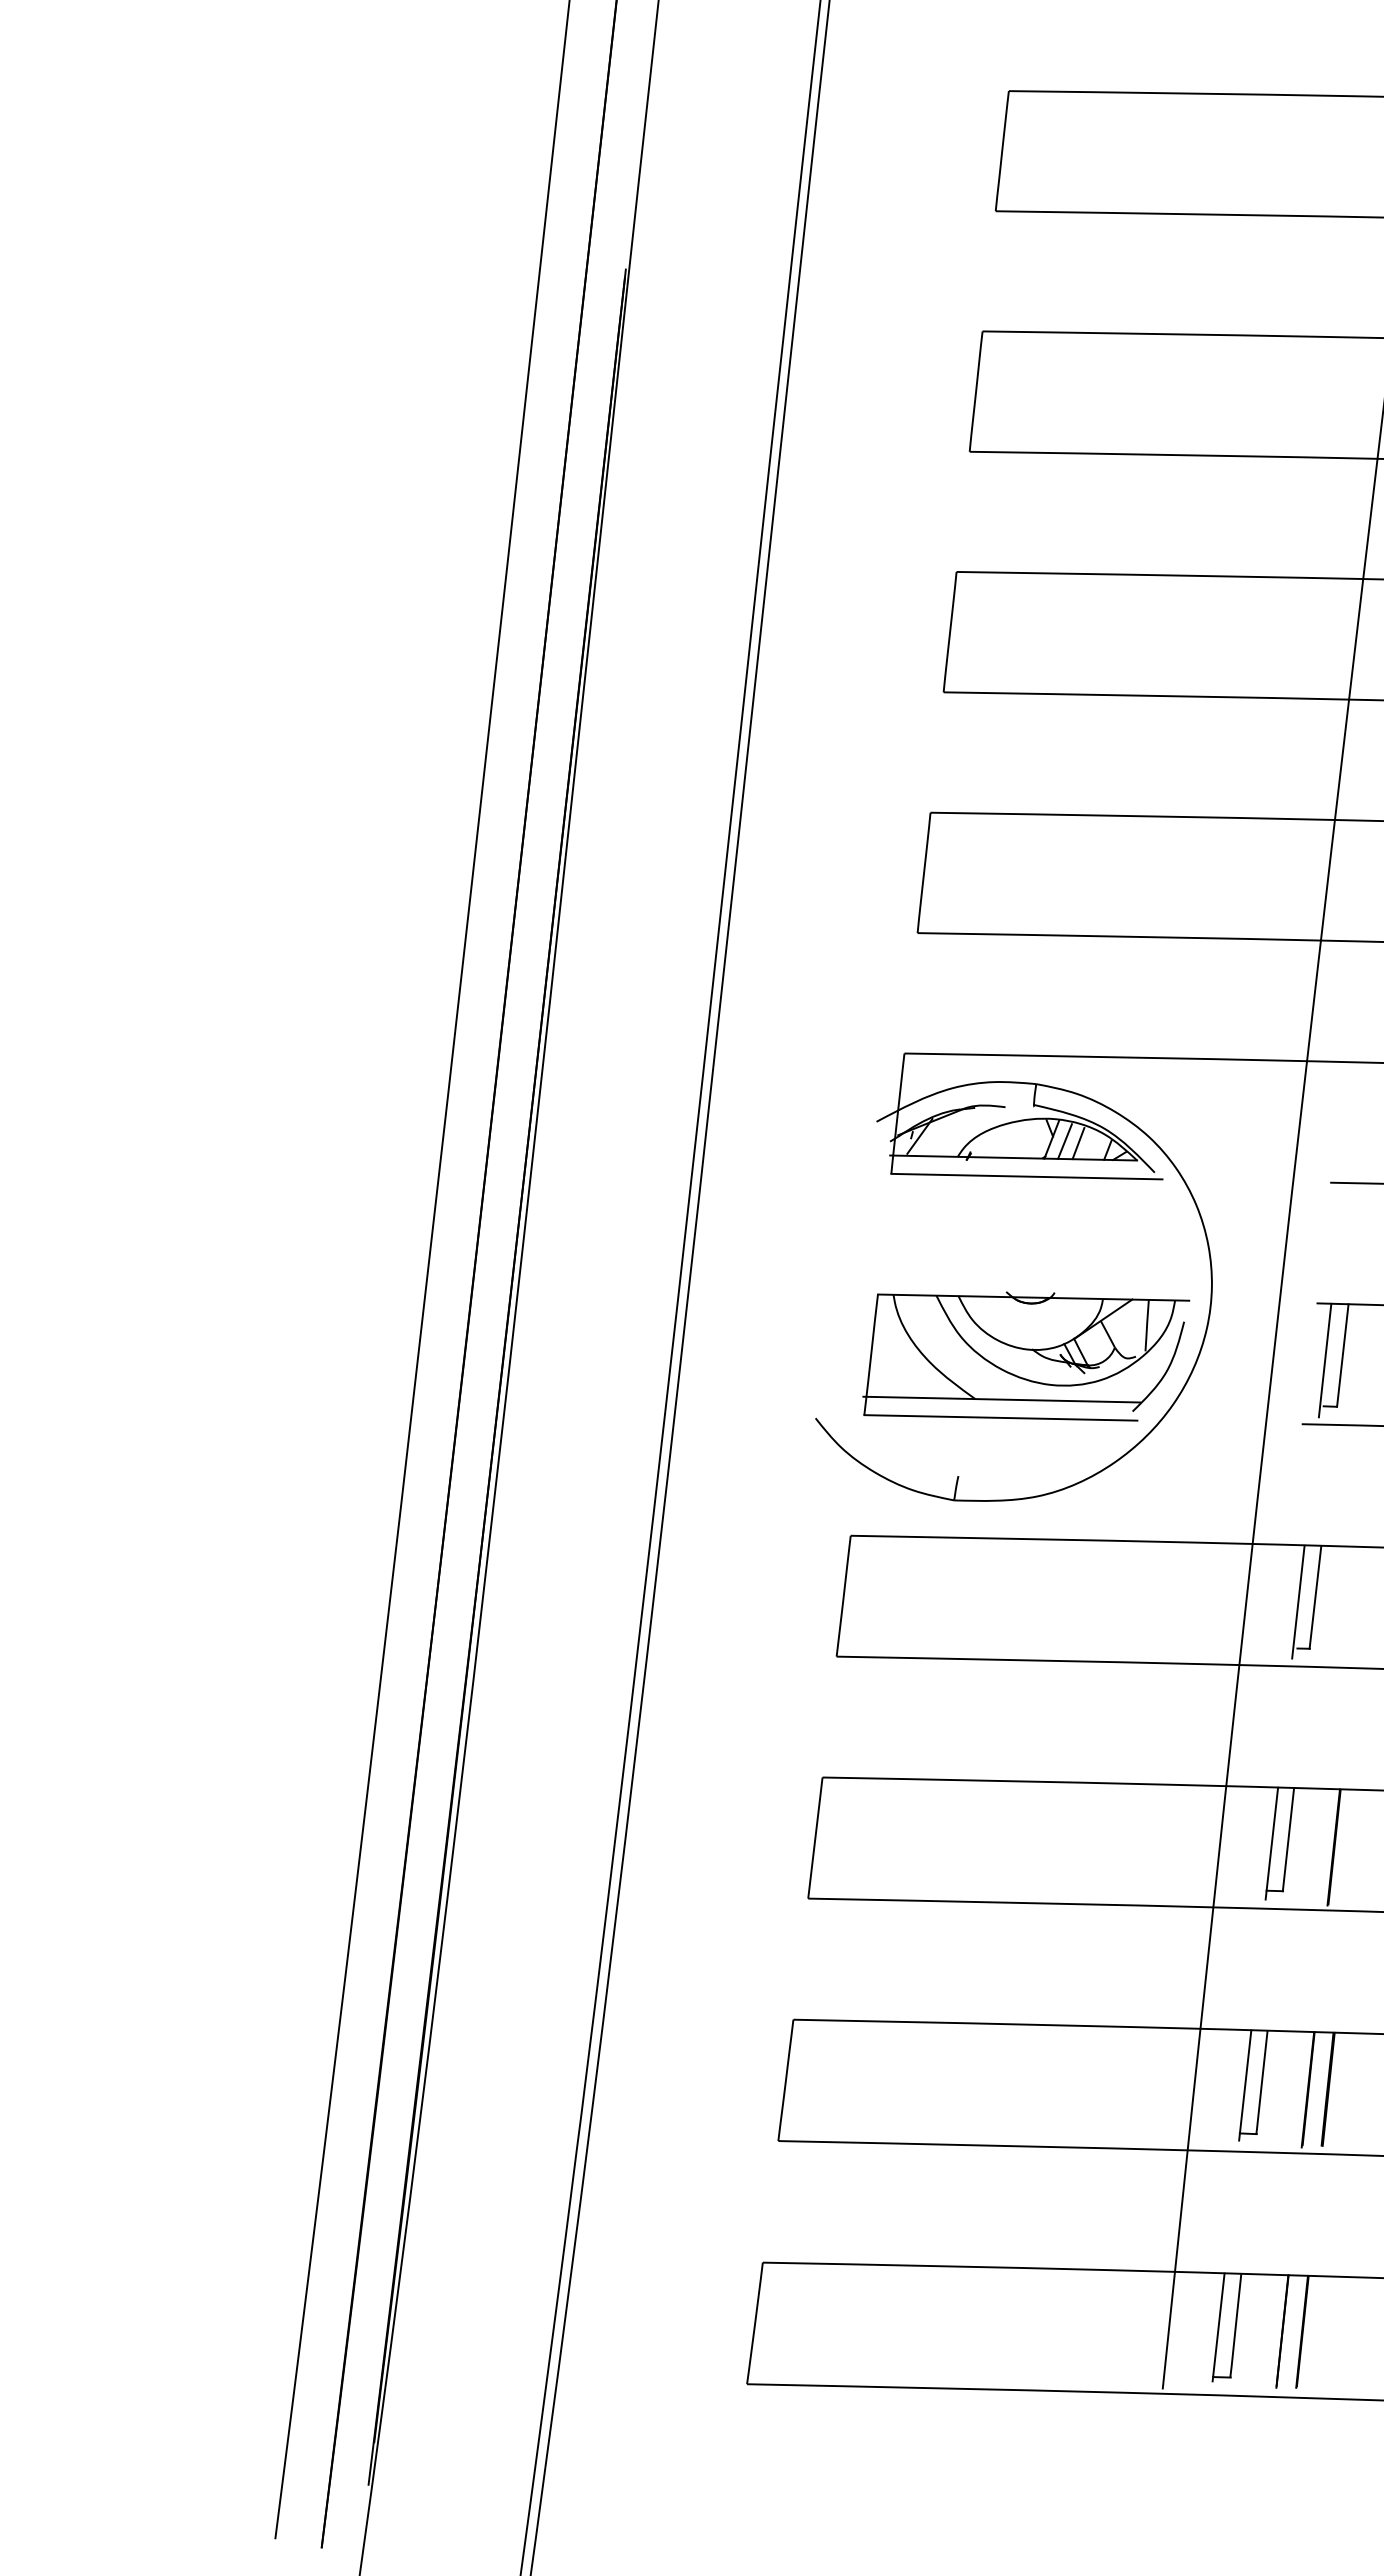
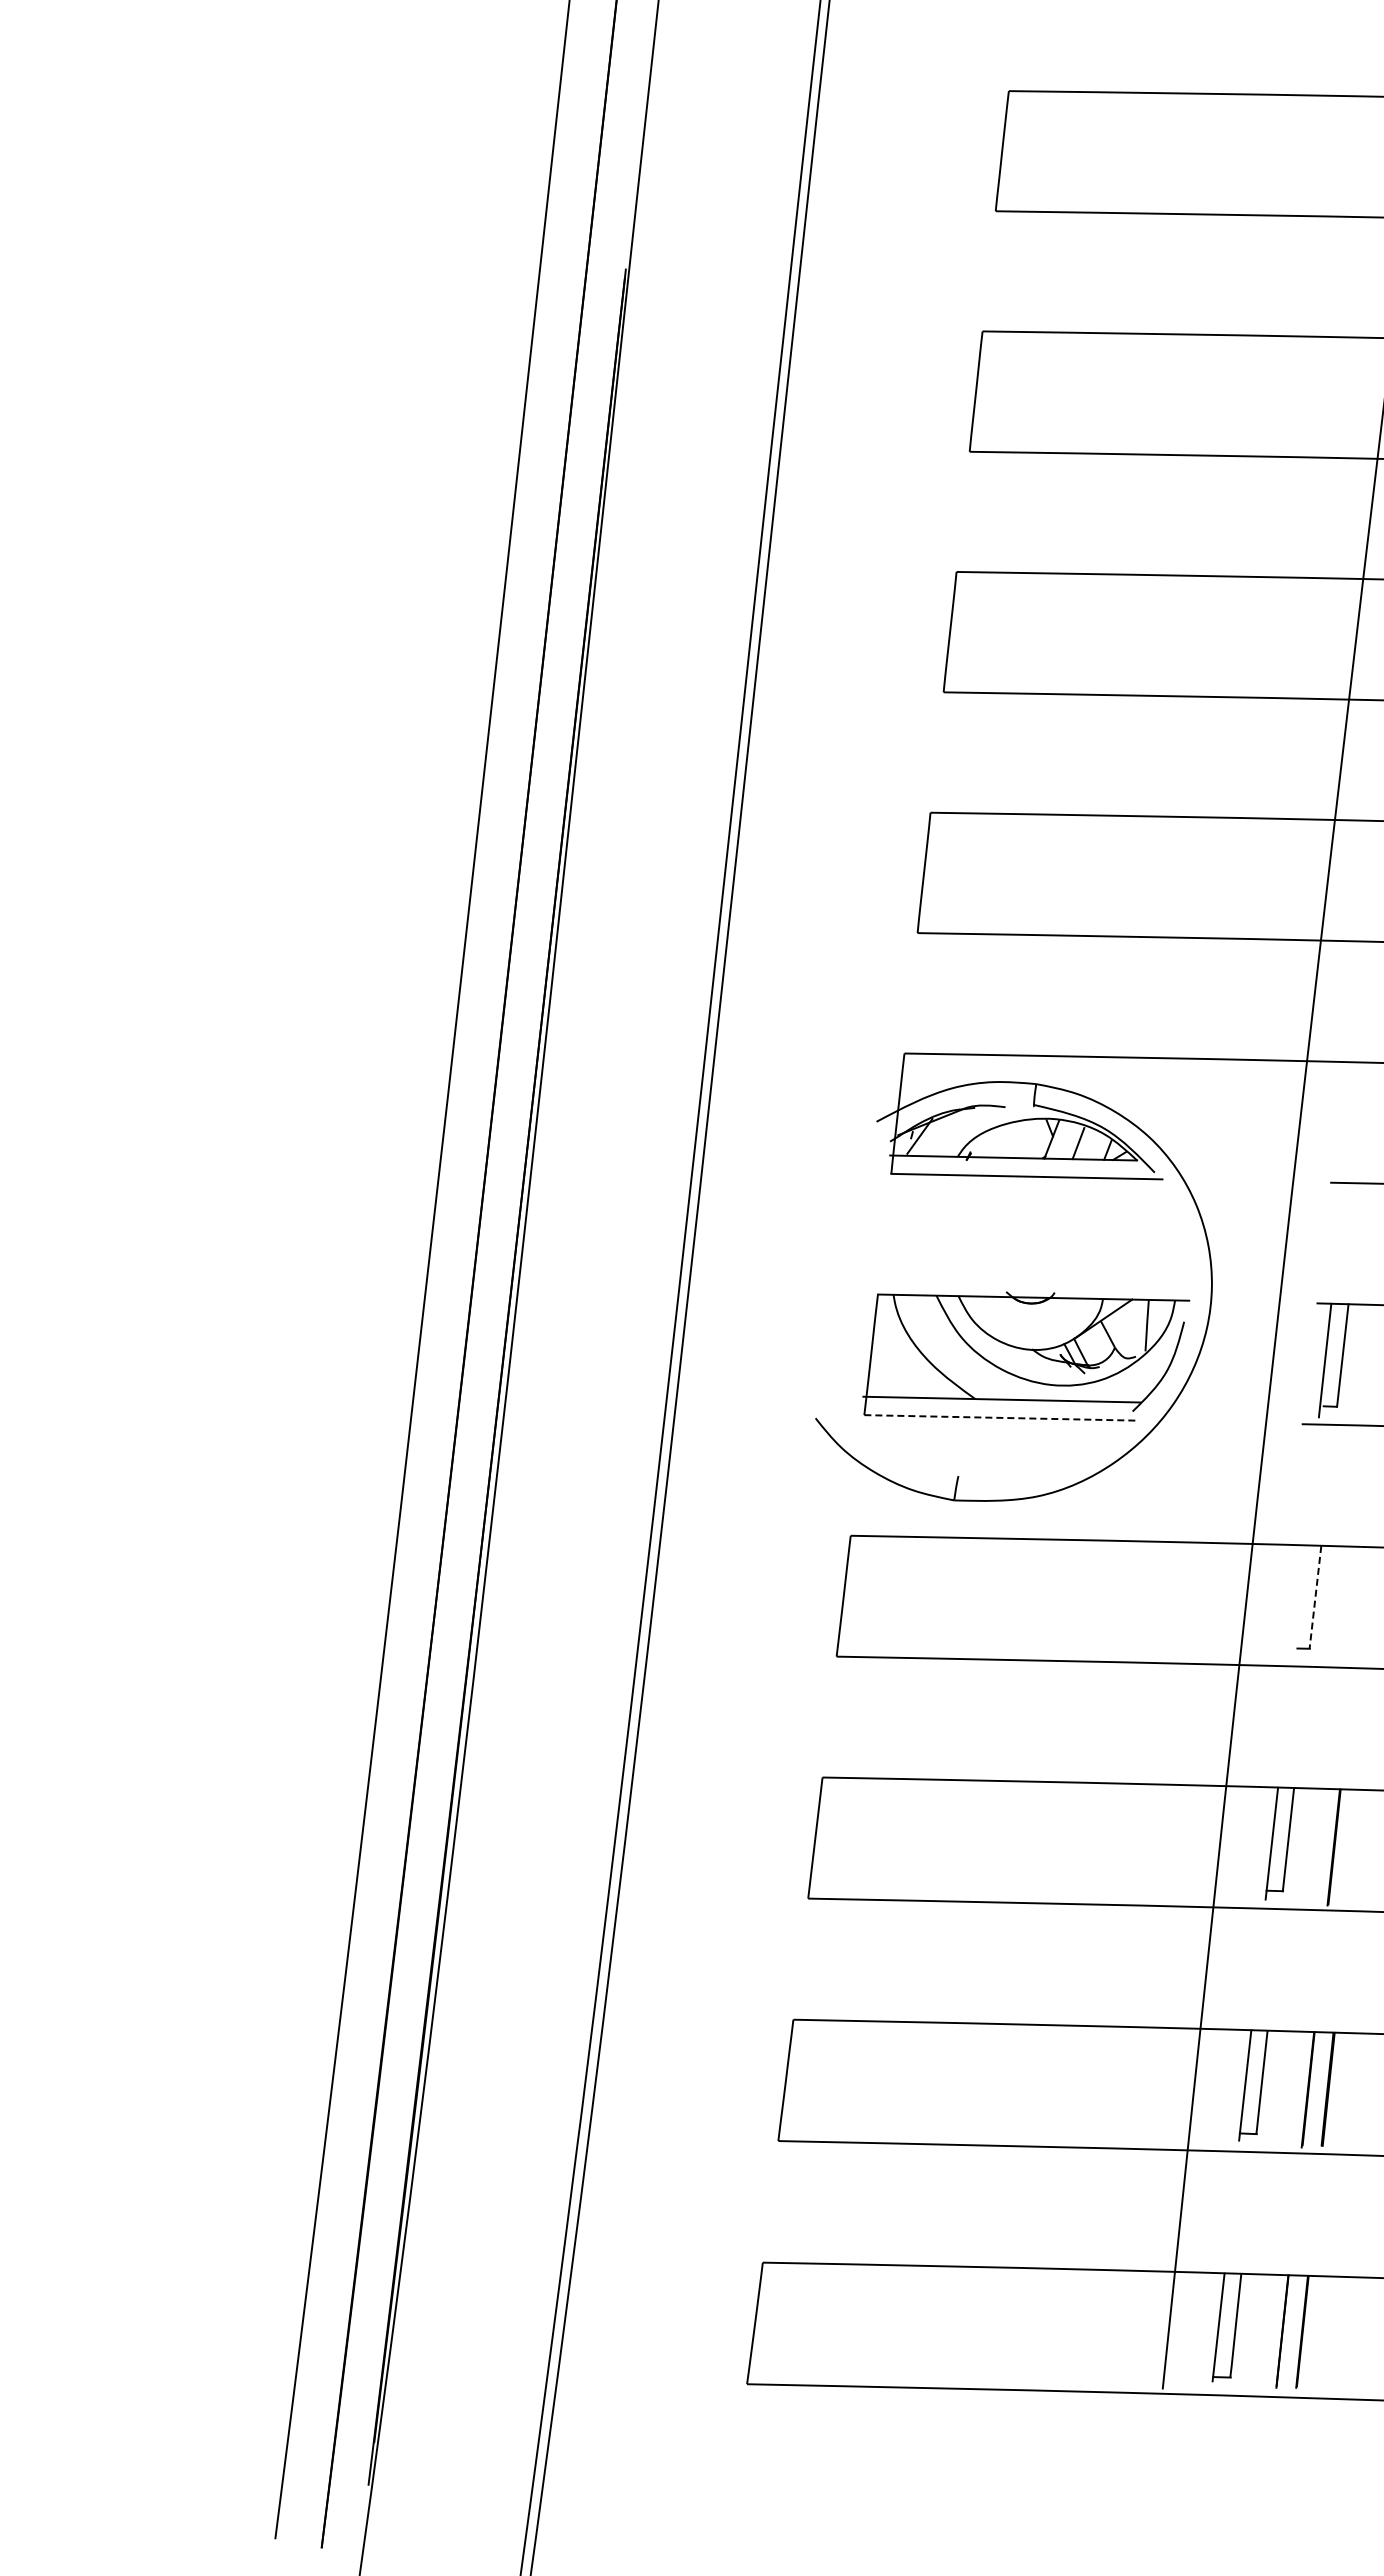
line at (1064, 1141): present -> none
line at (1000, 1417): solid -> dashed
line at (1315, 1597): solid -> dashed
line at (1298, 1601): present -> none
